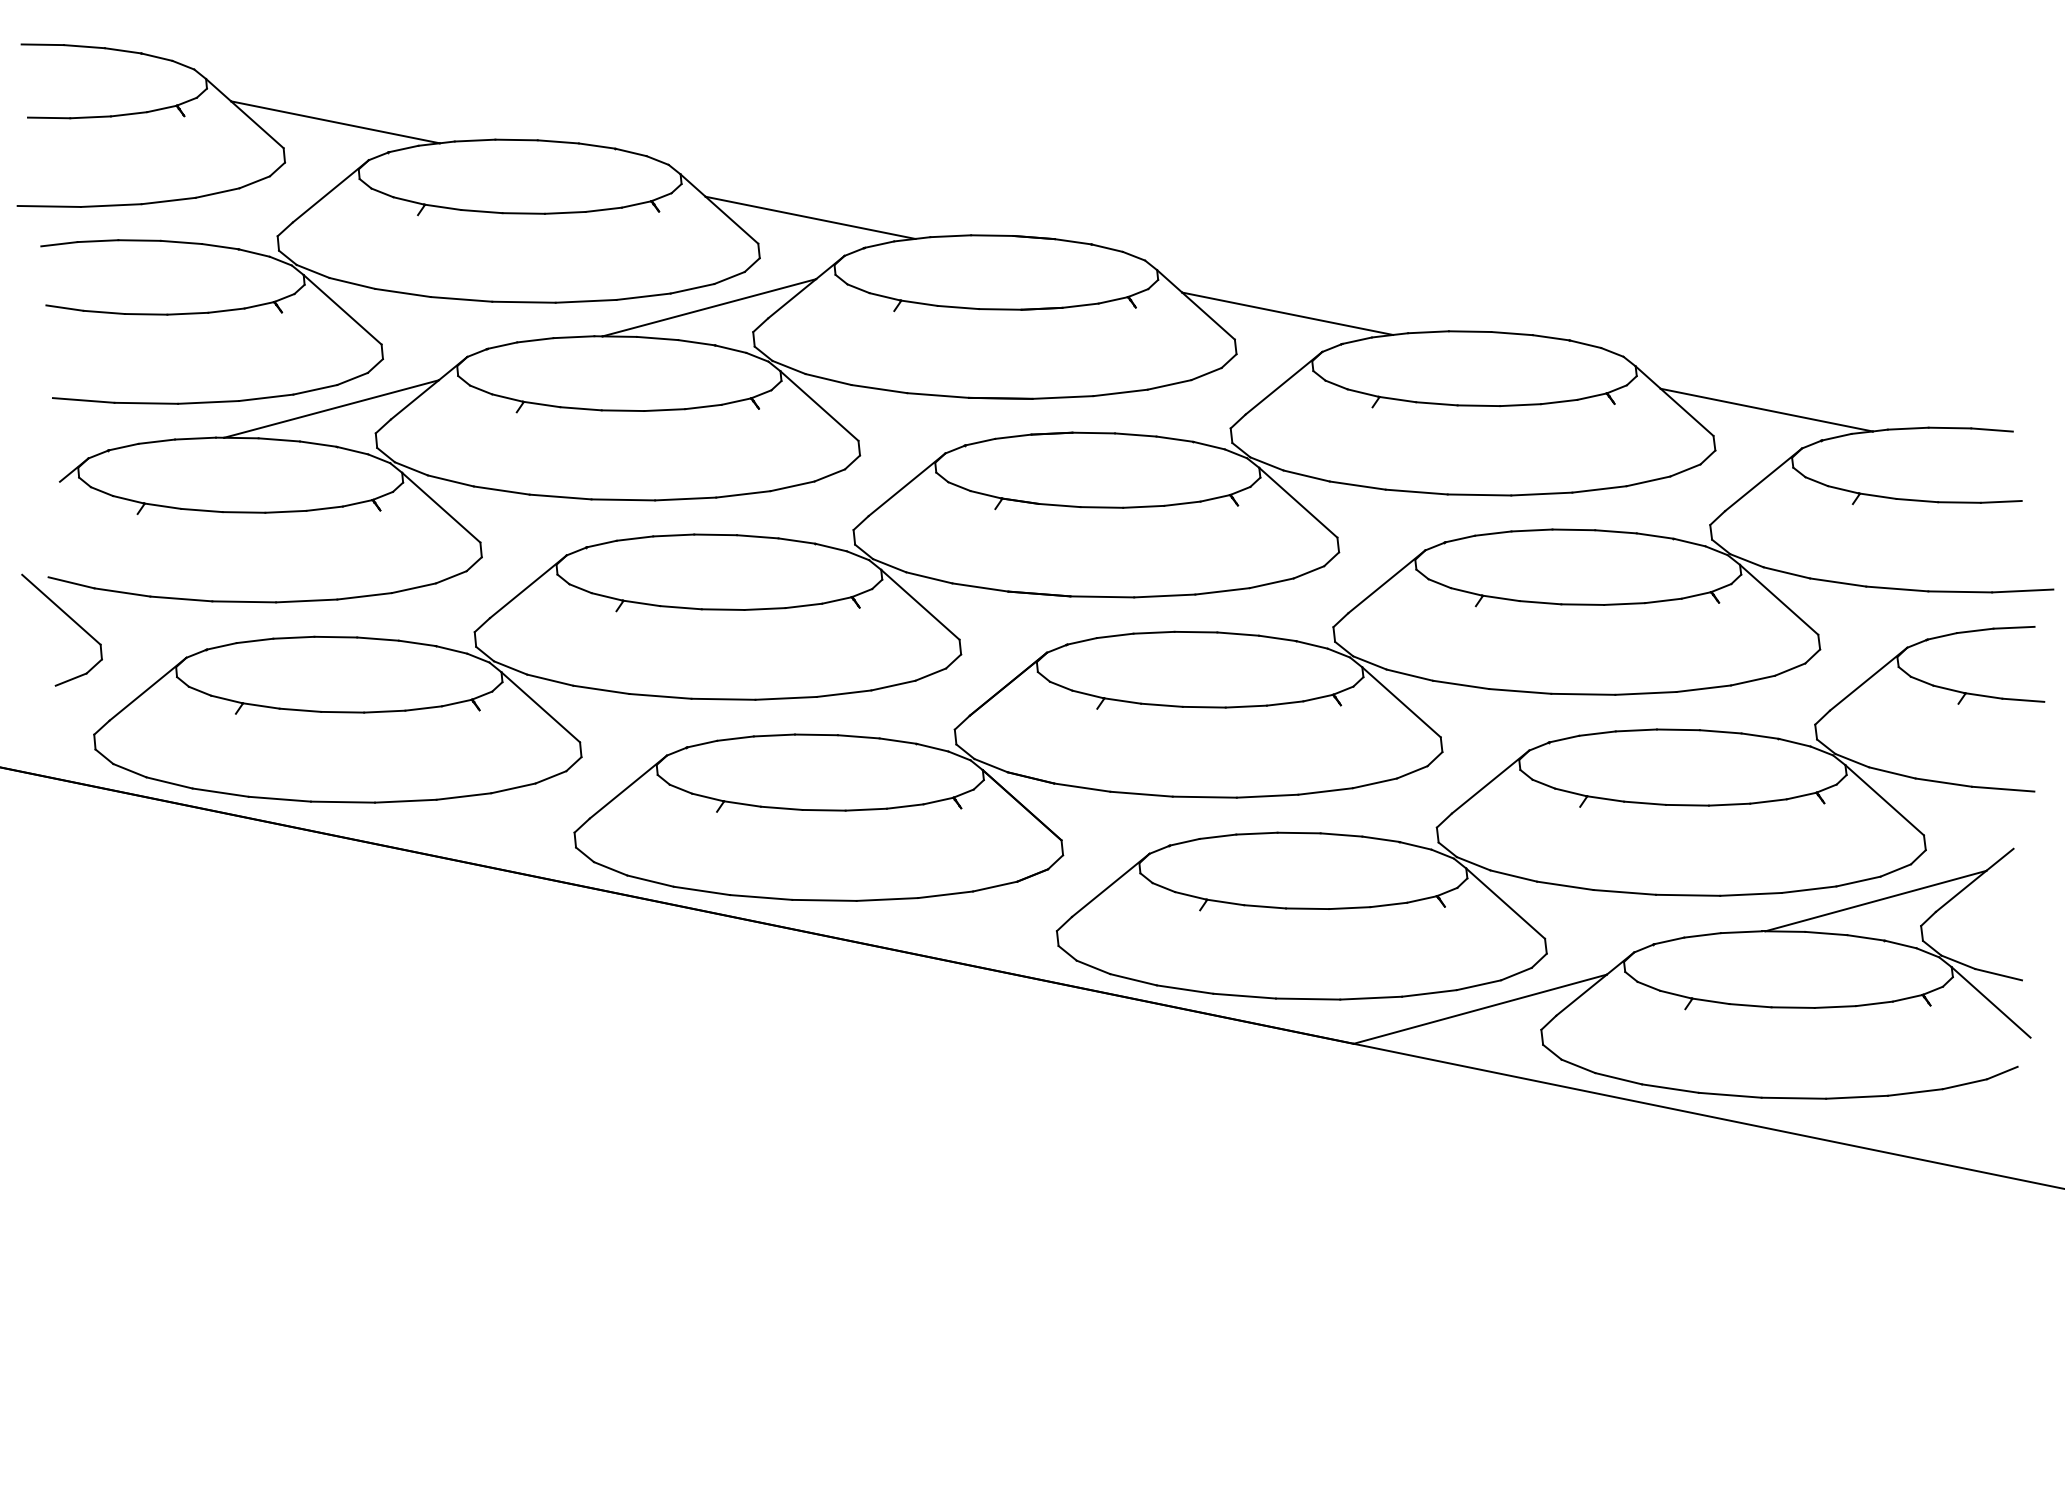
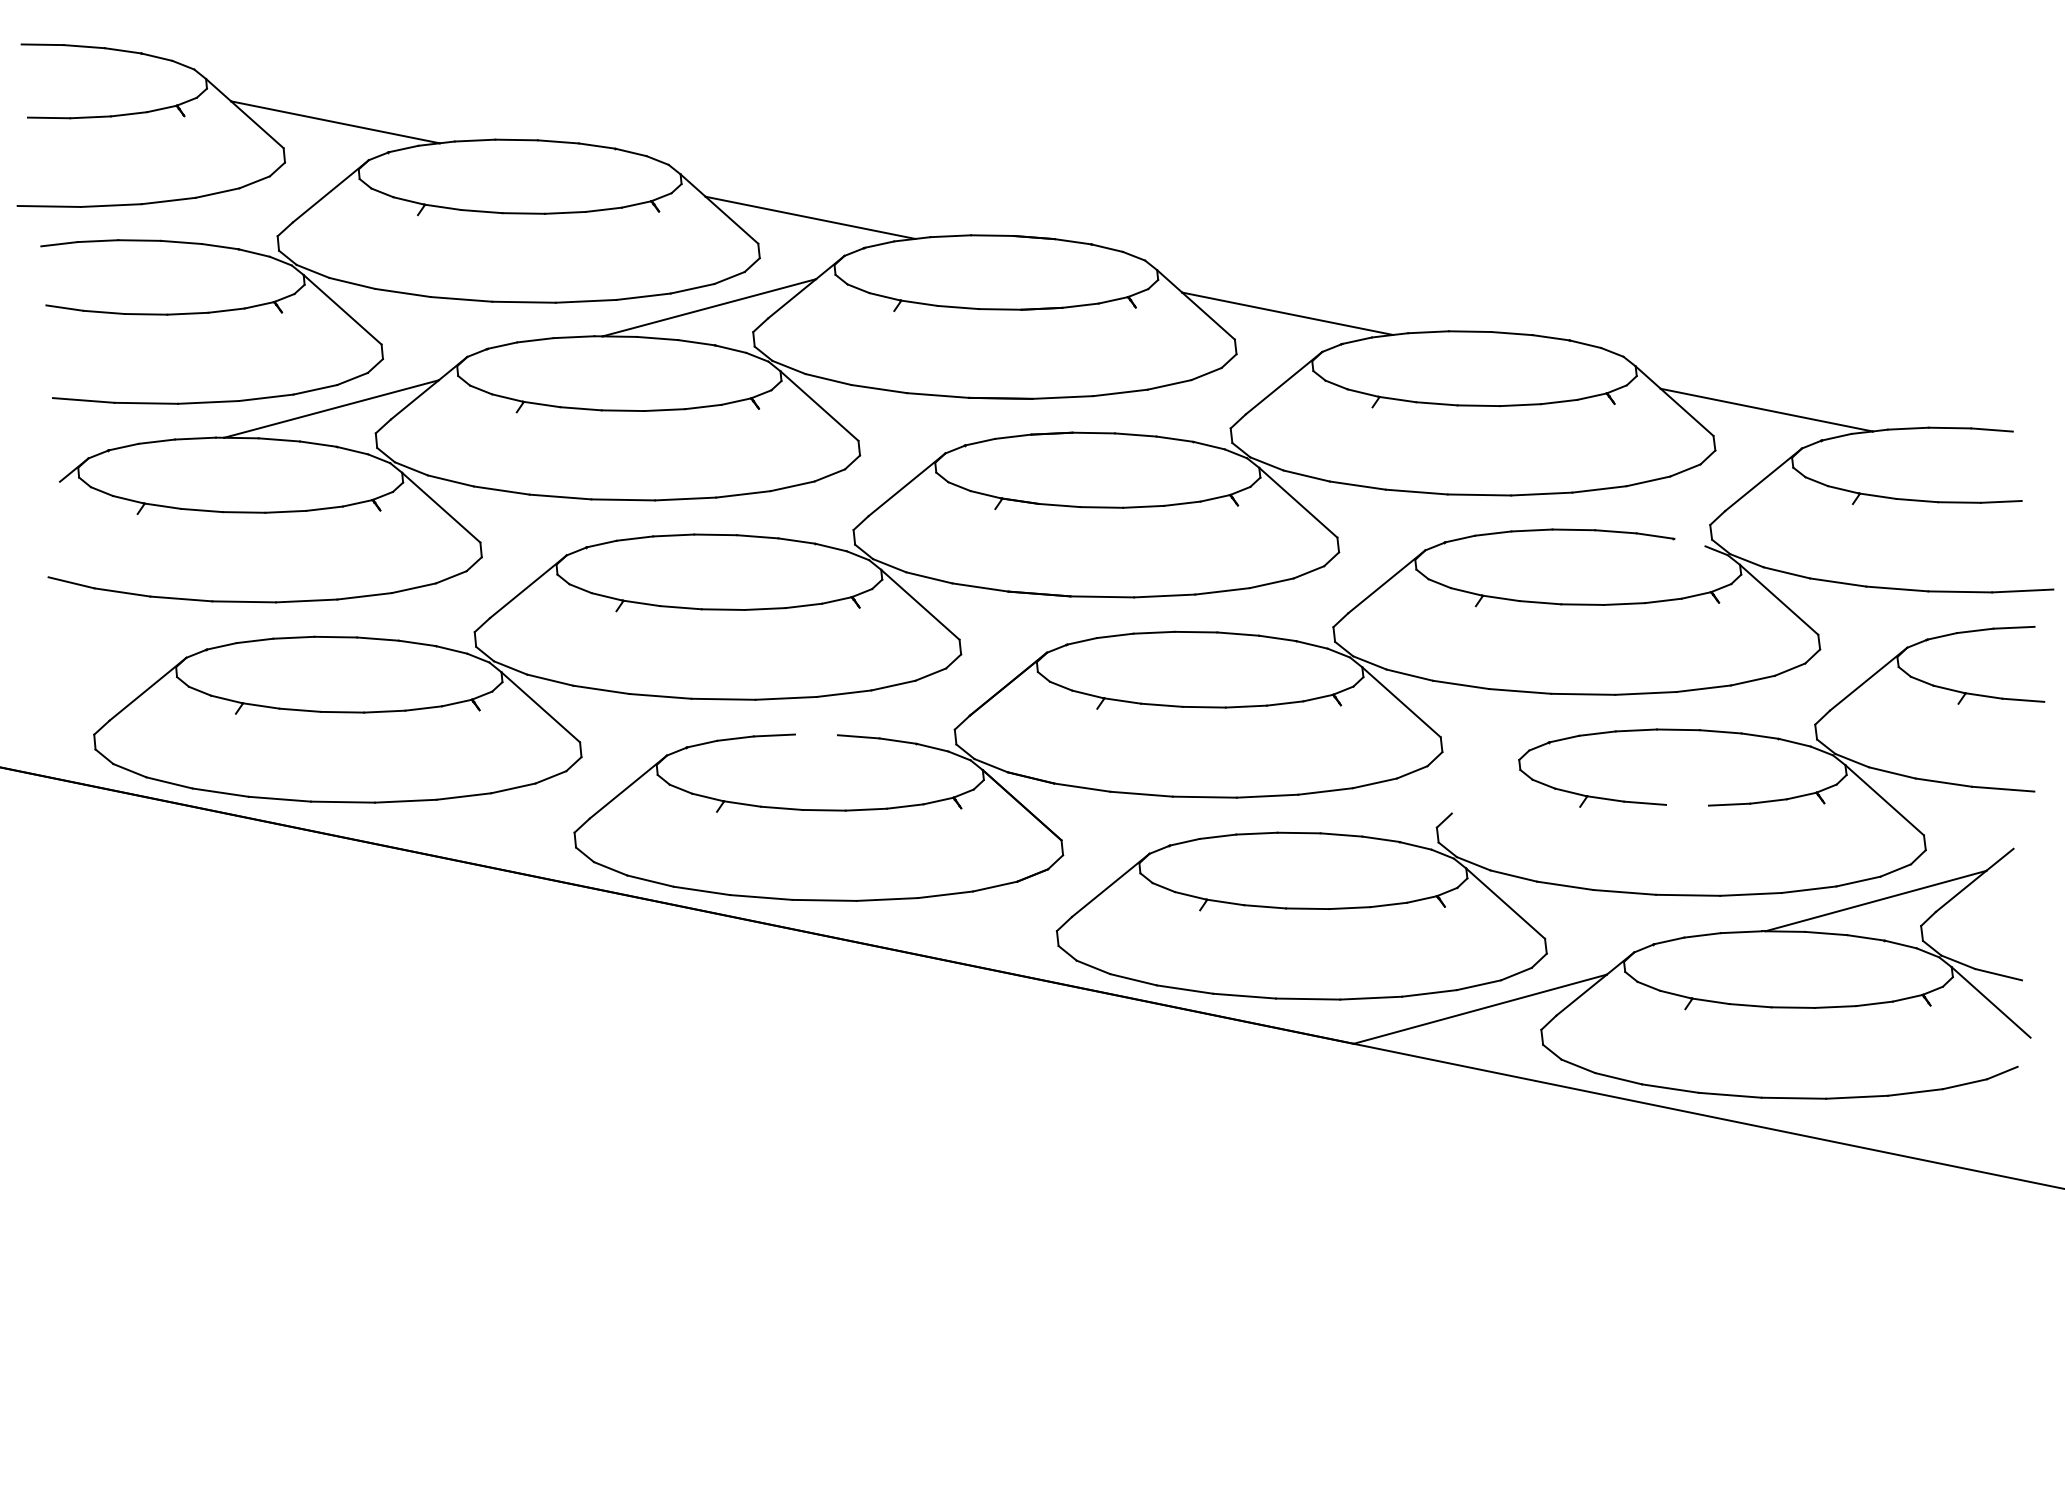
line at (1689, 542): present -> none
part at (70, 619): present -> none
line at (815, 734): present -> none
line at (1490, 781): present -> none
line at (1687, 804): present -> none
